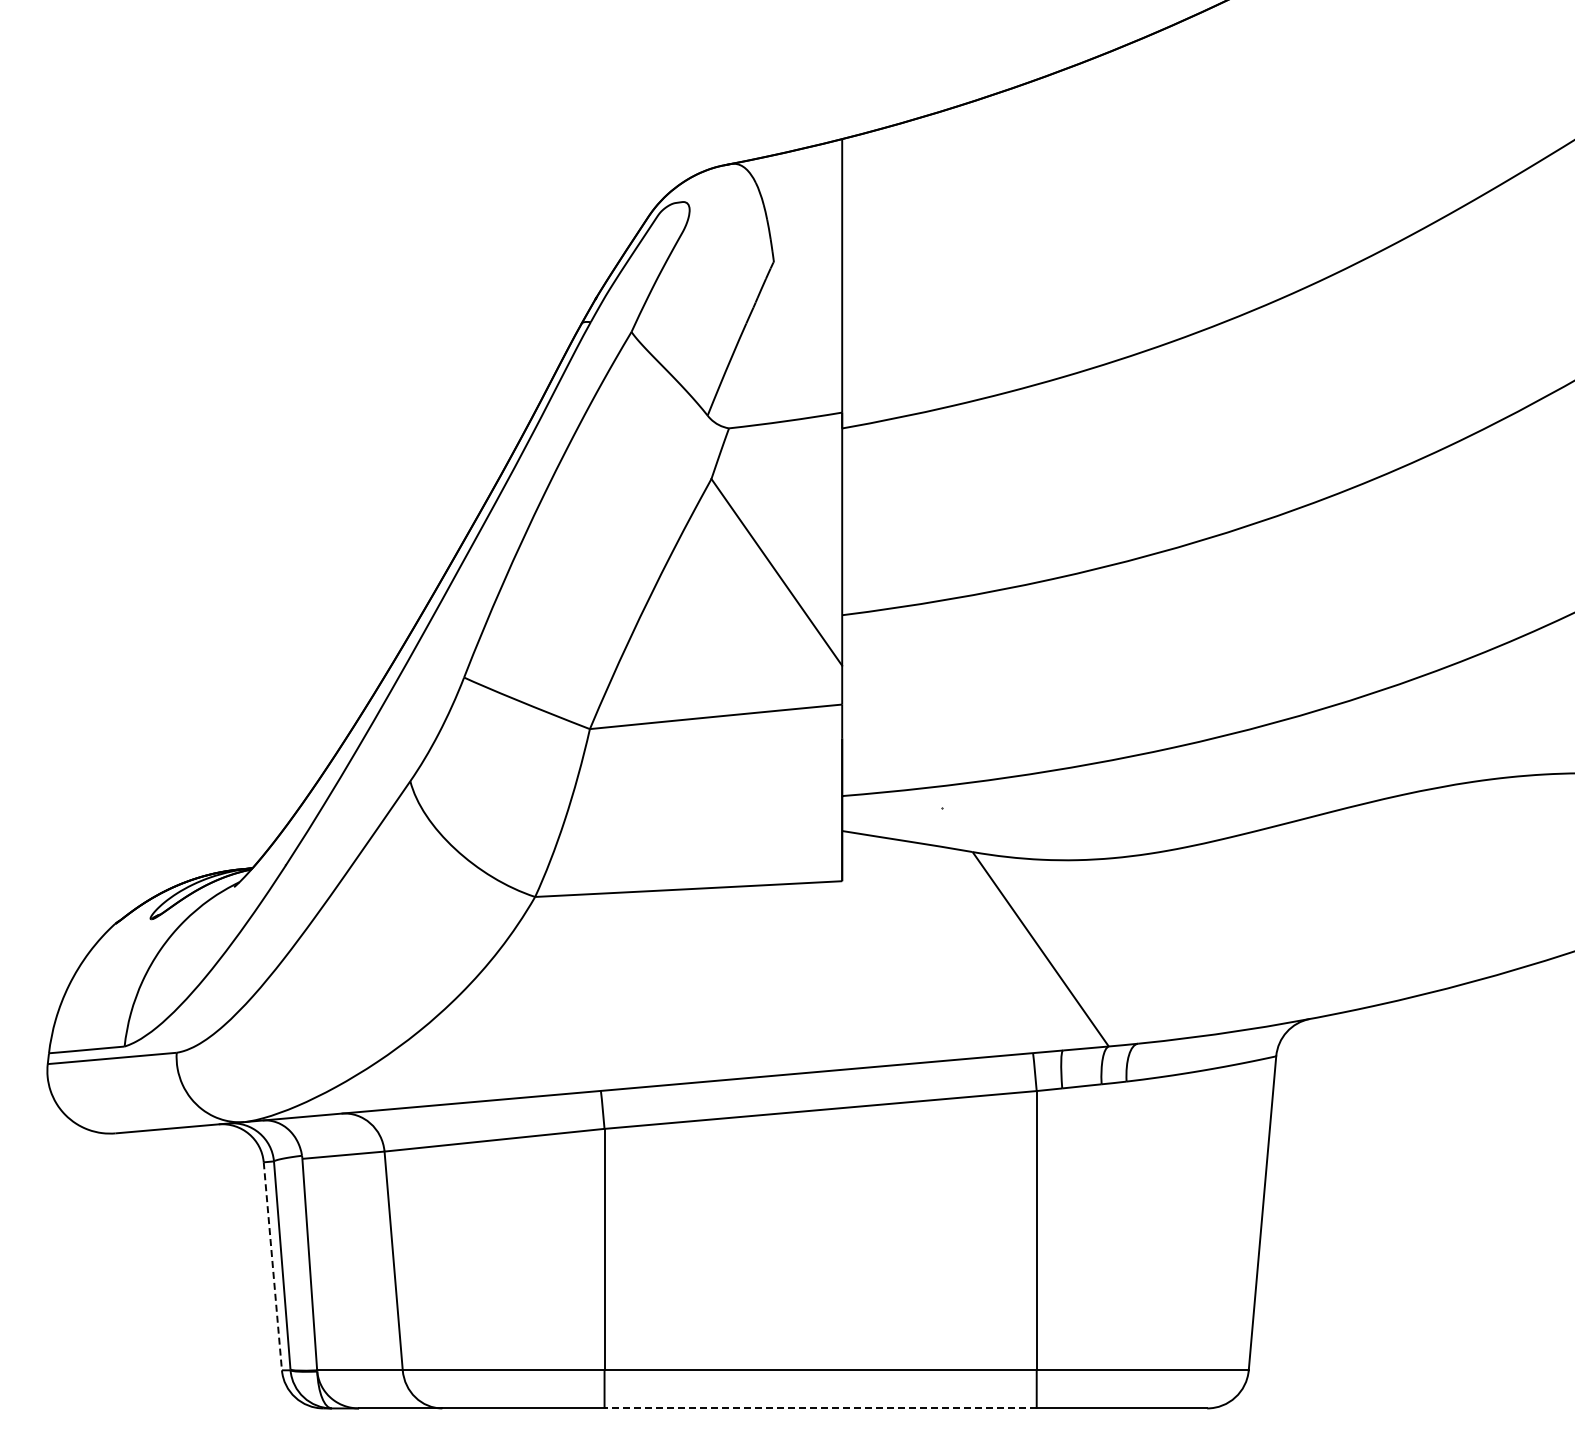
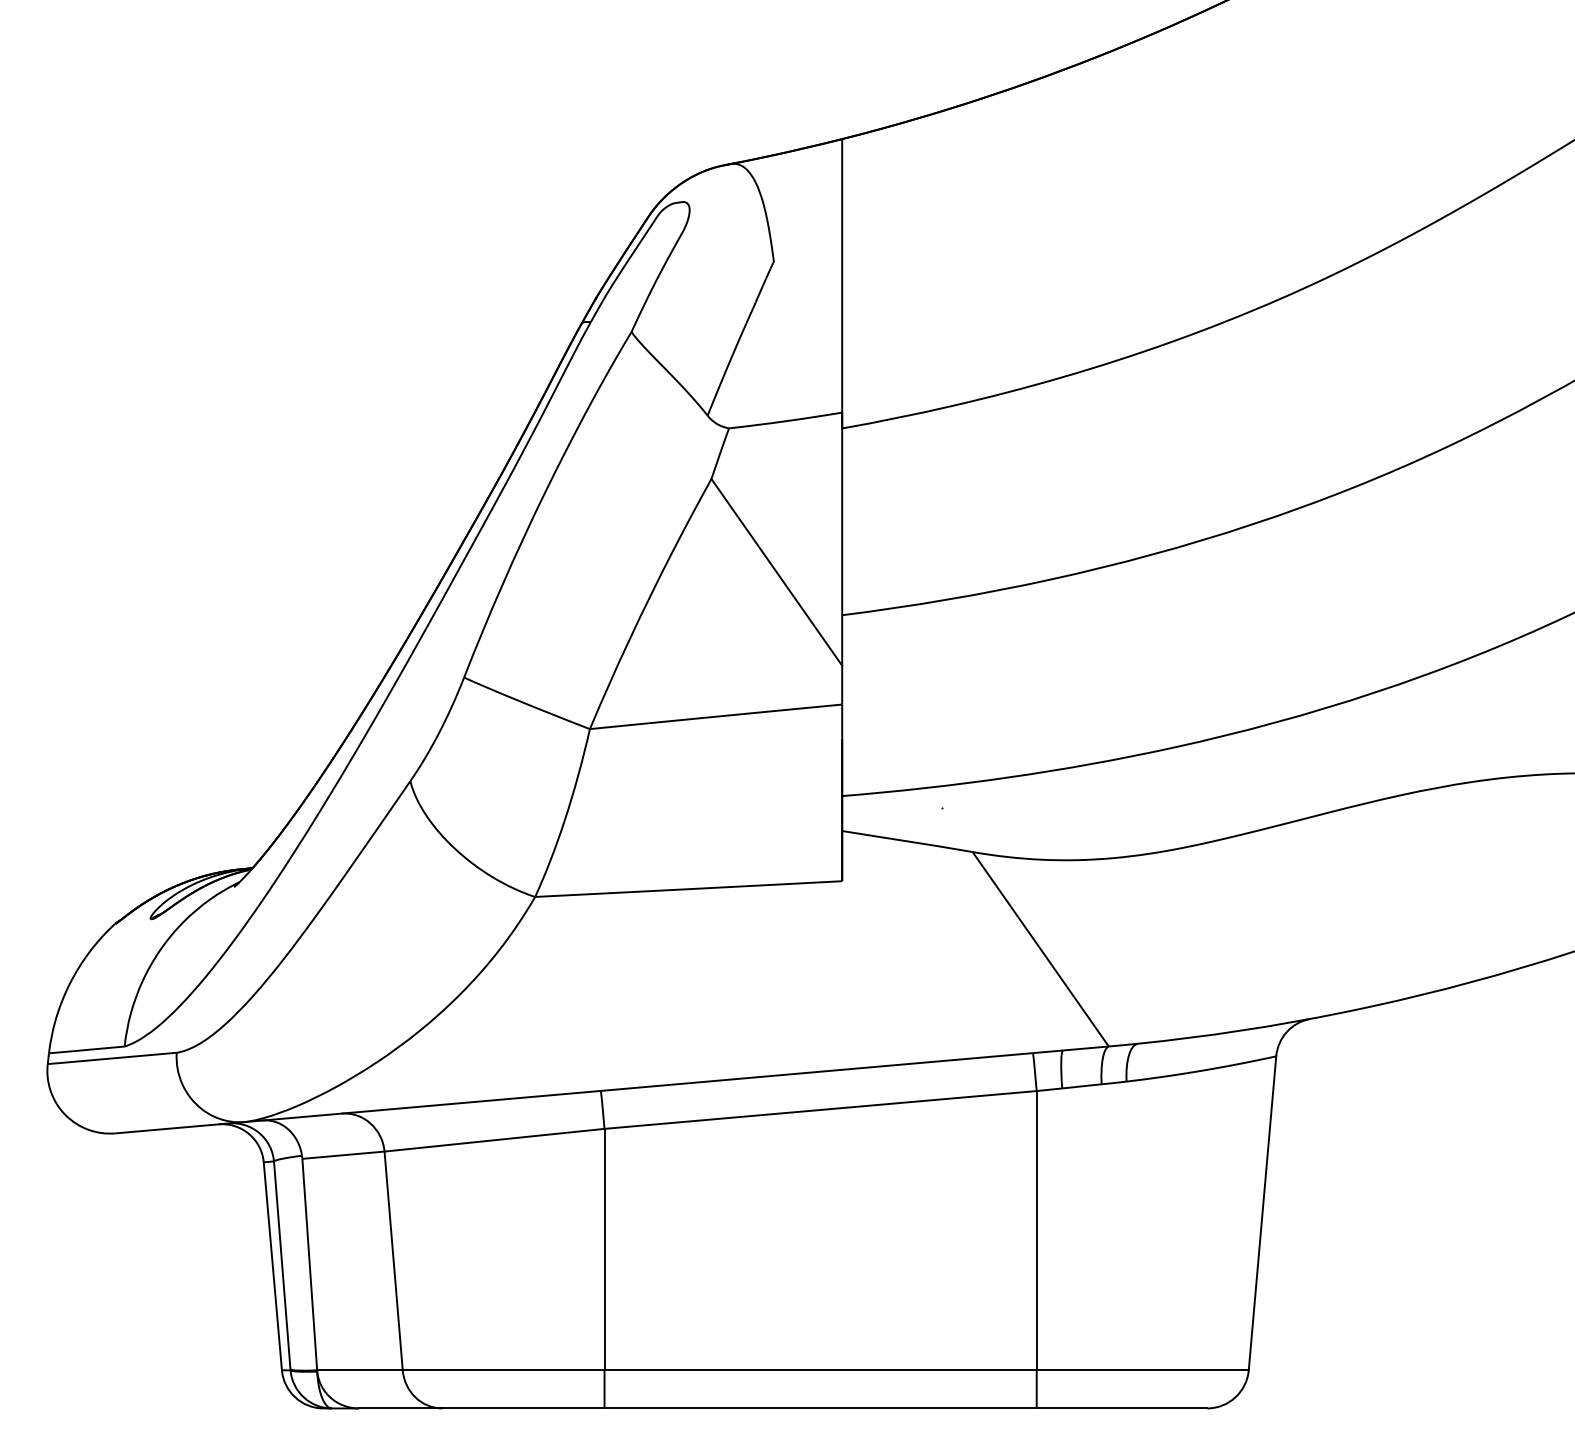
line at (272, 1266): dashed -> solid
line at (820, 1408): dashed -> solid
